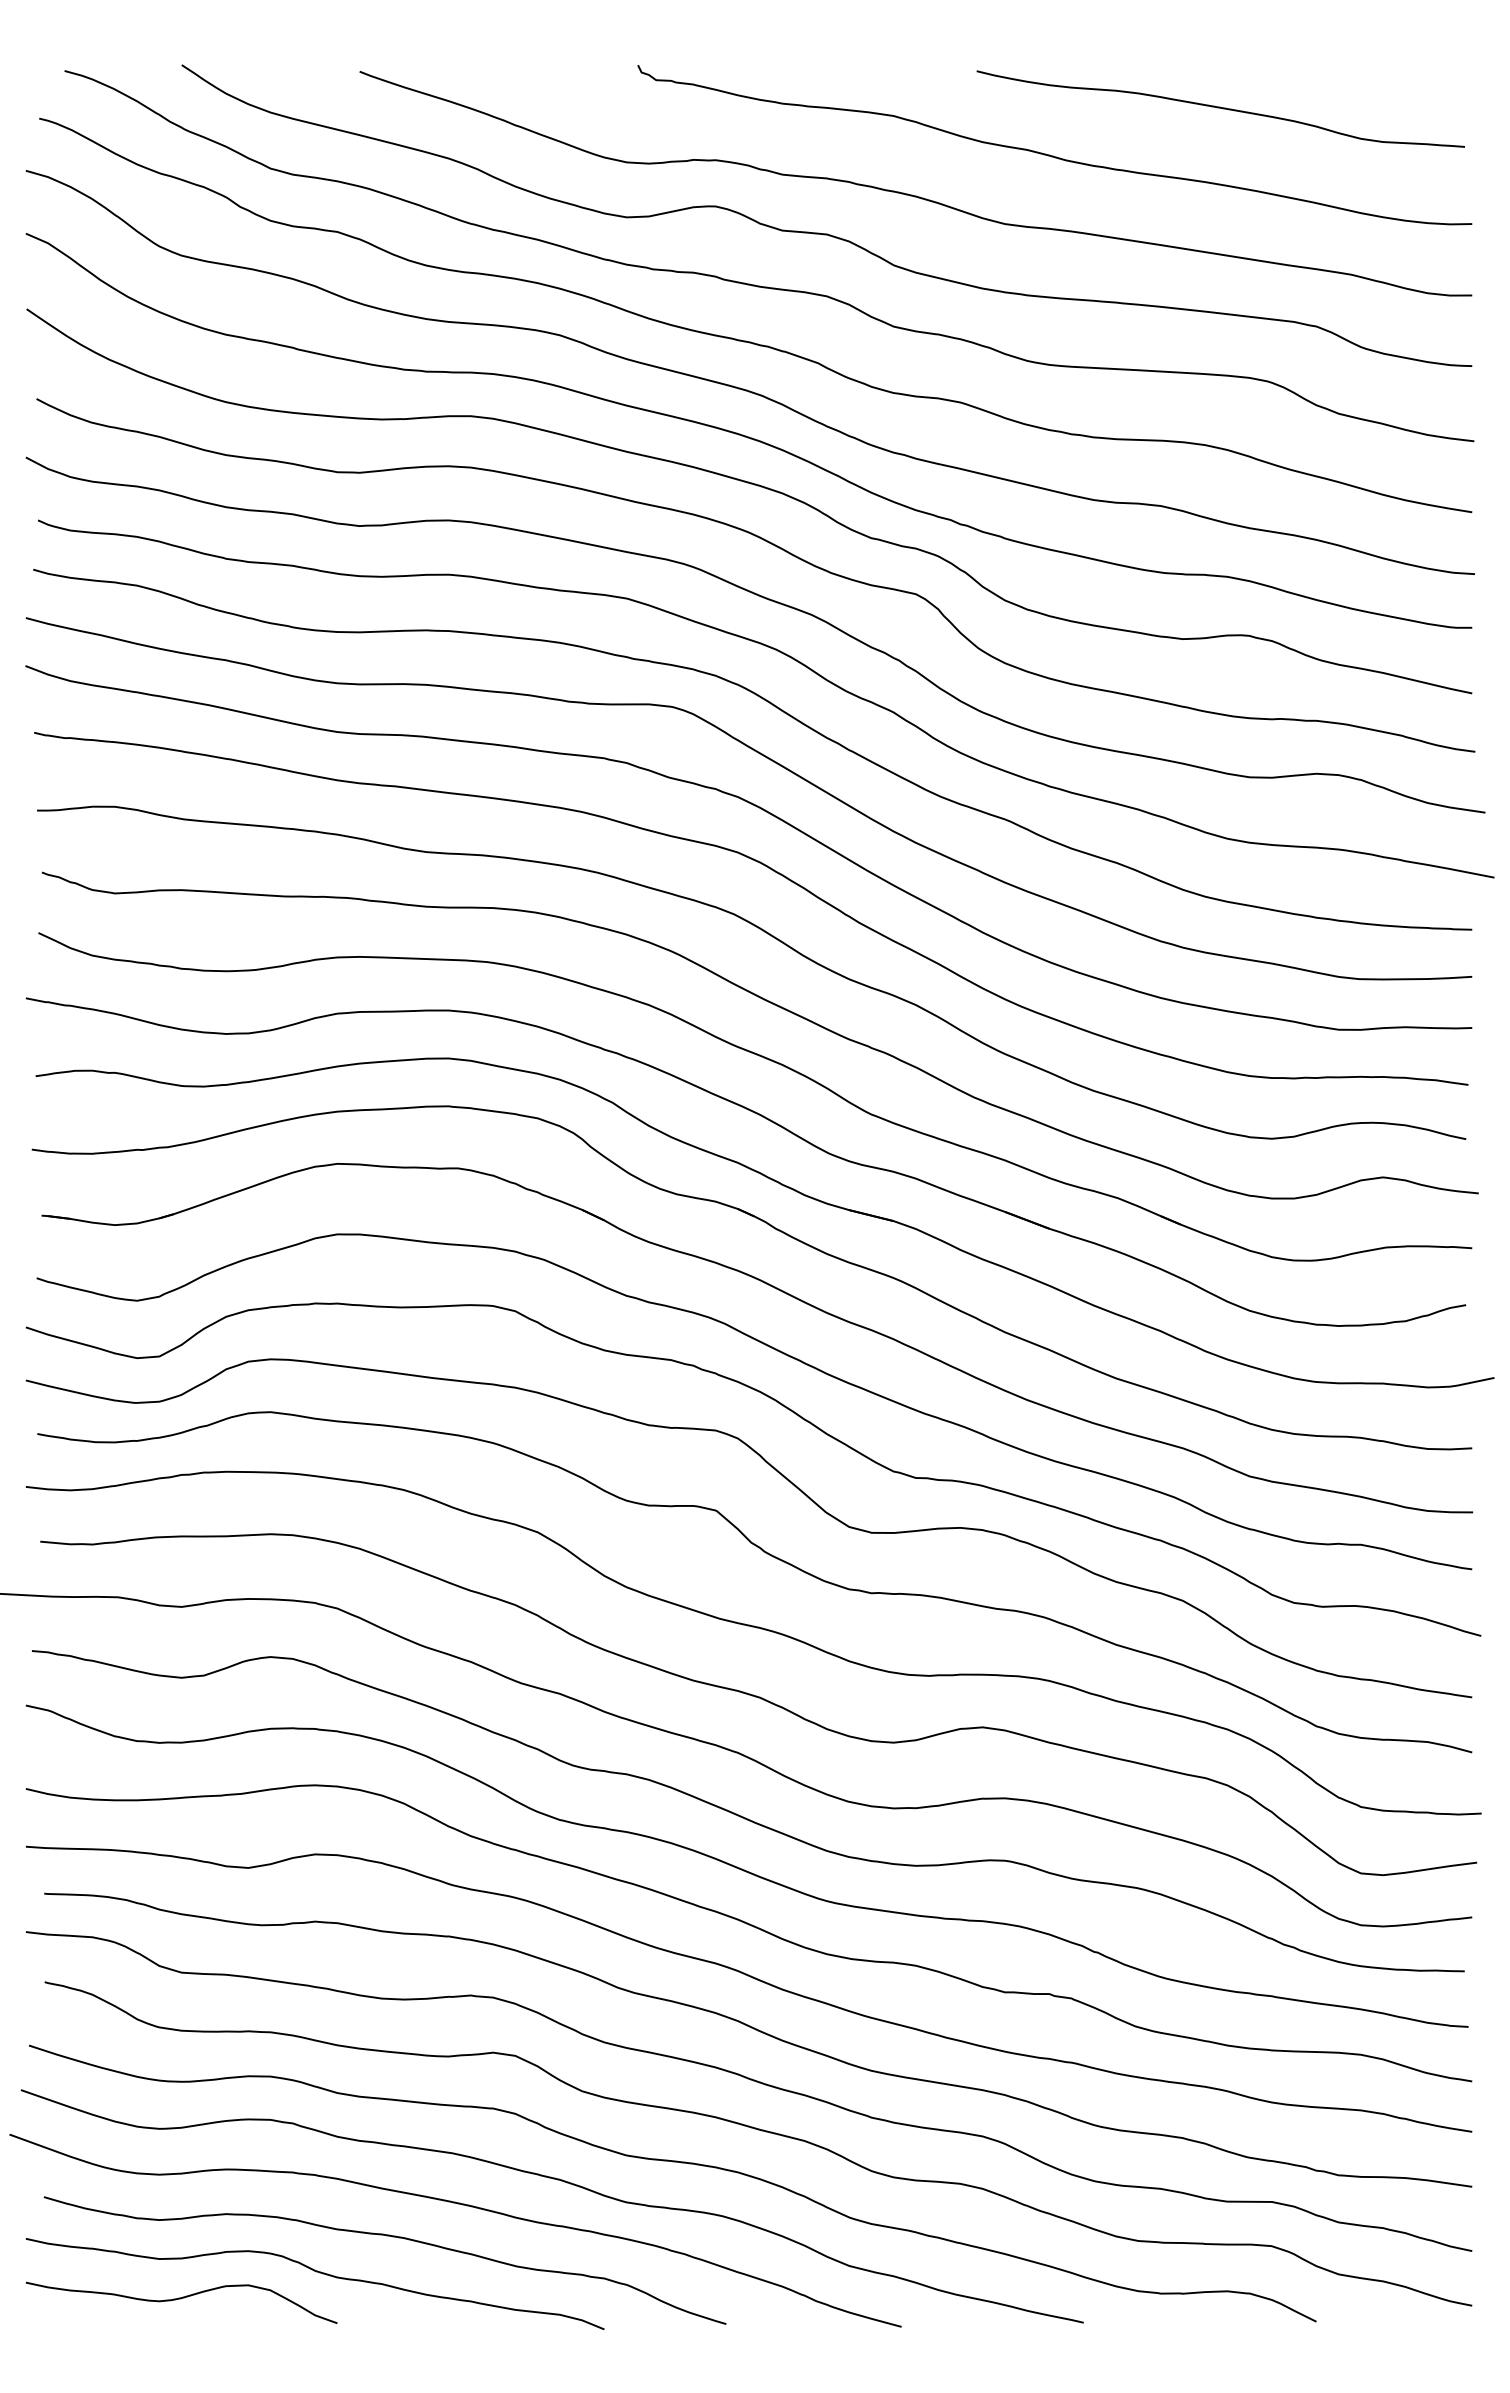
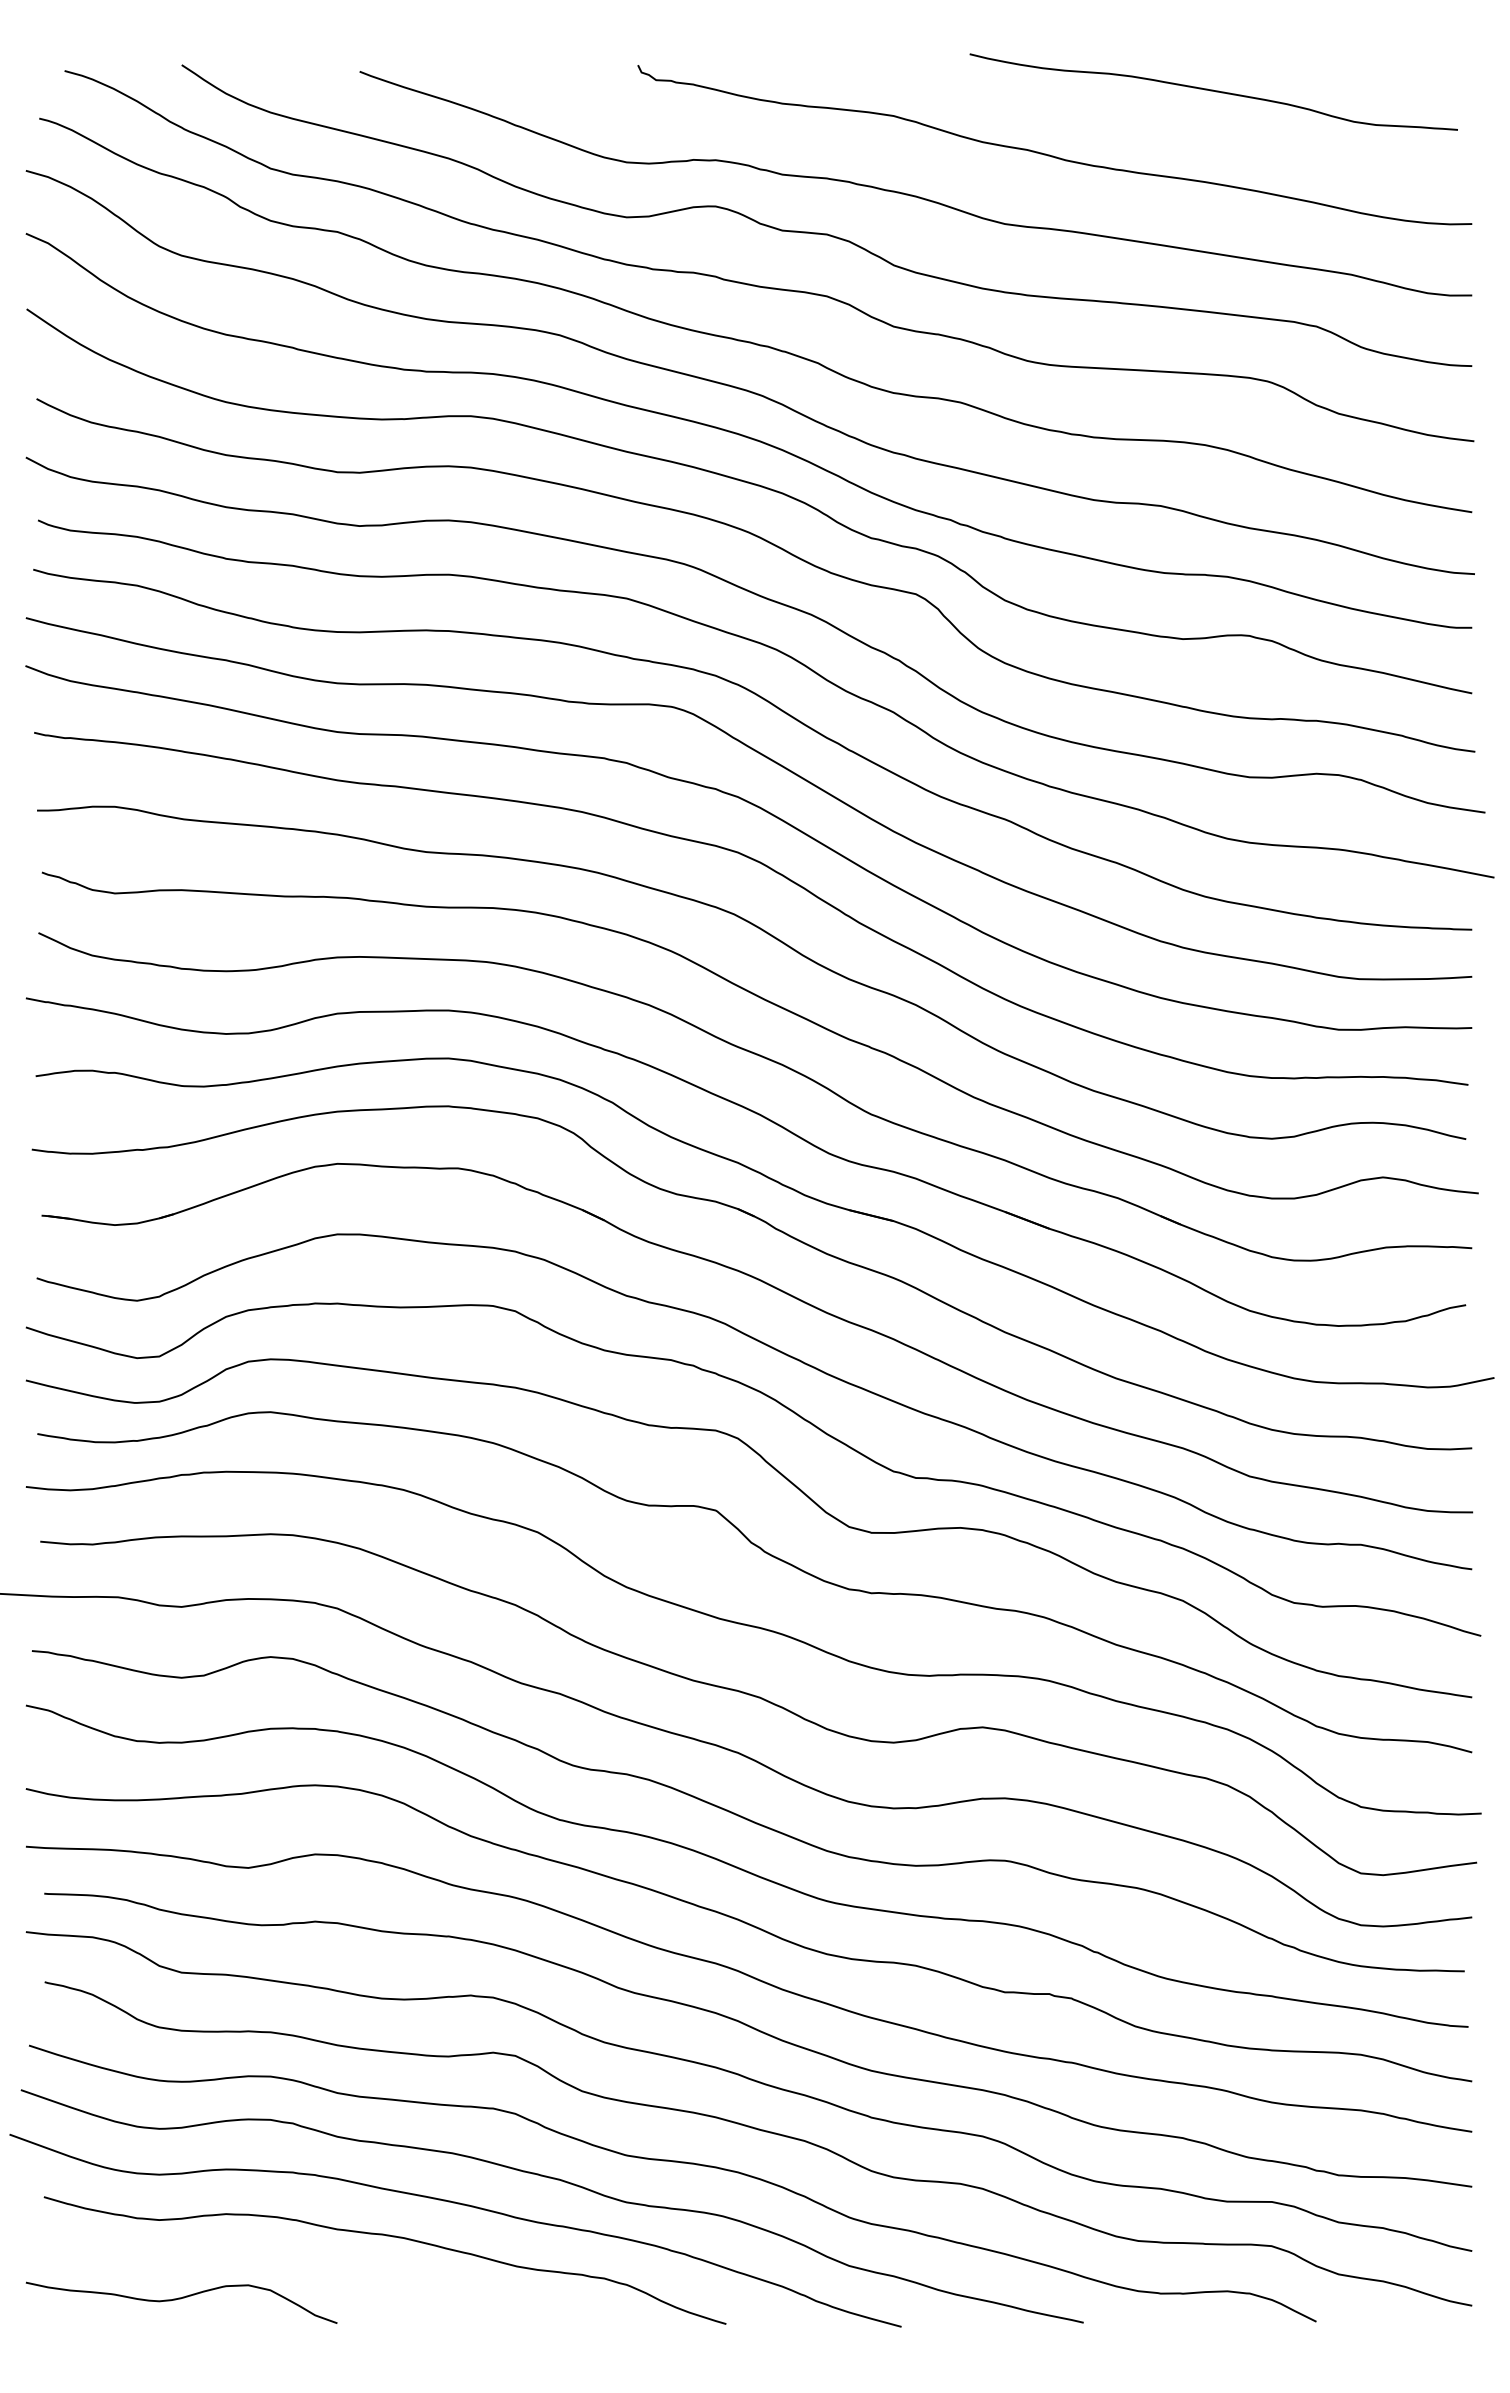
curve at (1220, 108) position: (1220, 108) -> (1213, 91)
curve at (319, 2273): present -> none
